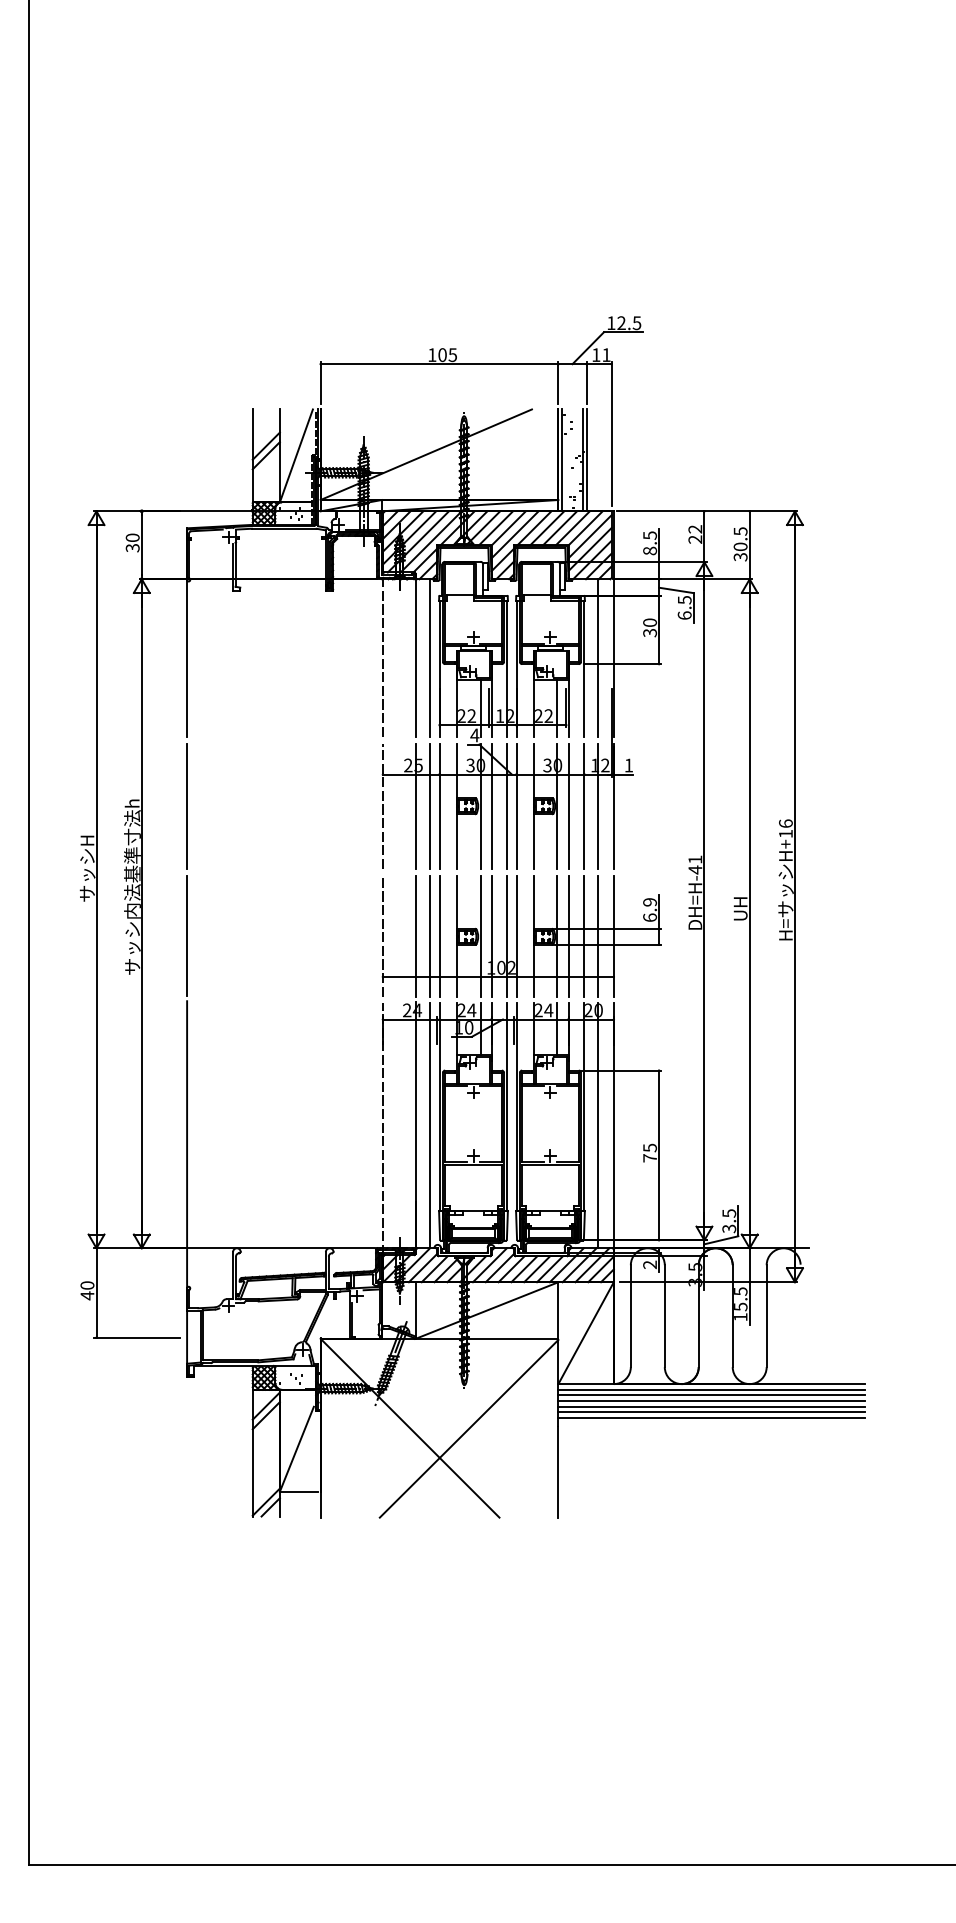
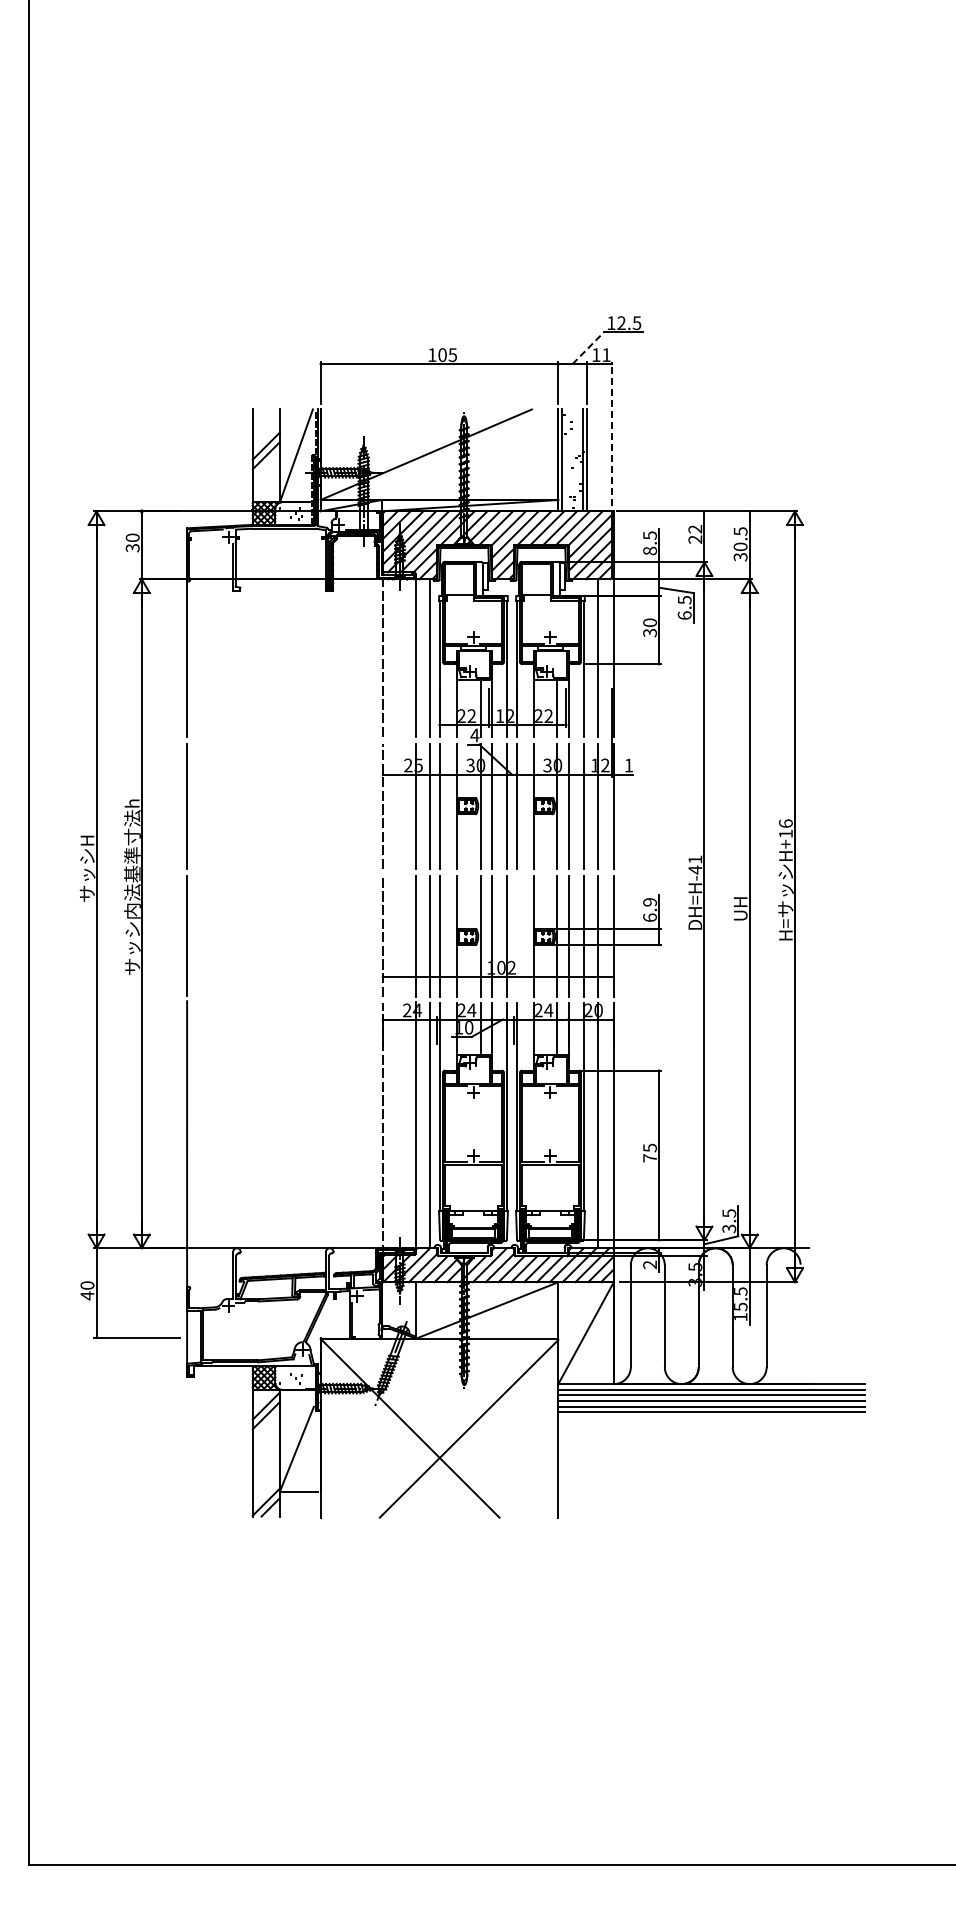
line at (588, 347): solid -> dashed
line at (611, 433): solid -> dashed
line at (516, 935): present -> none
line at (711, 1418): present -> none
